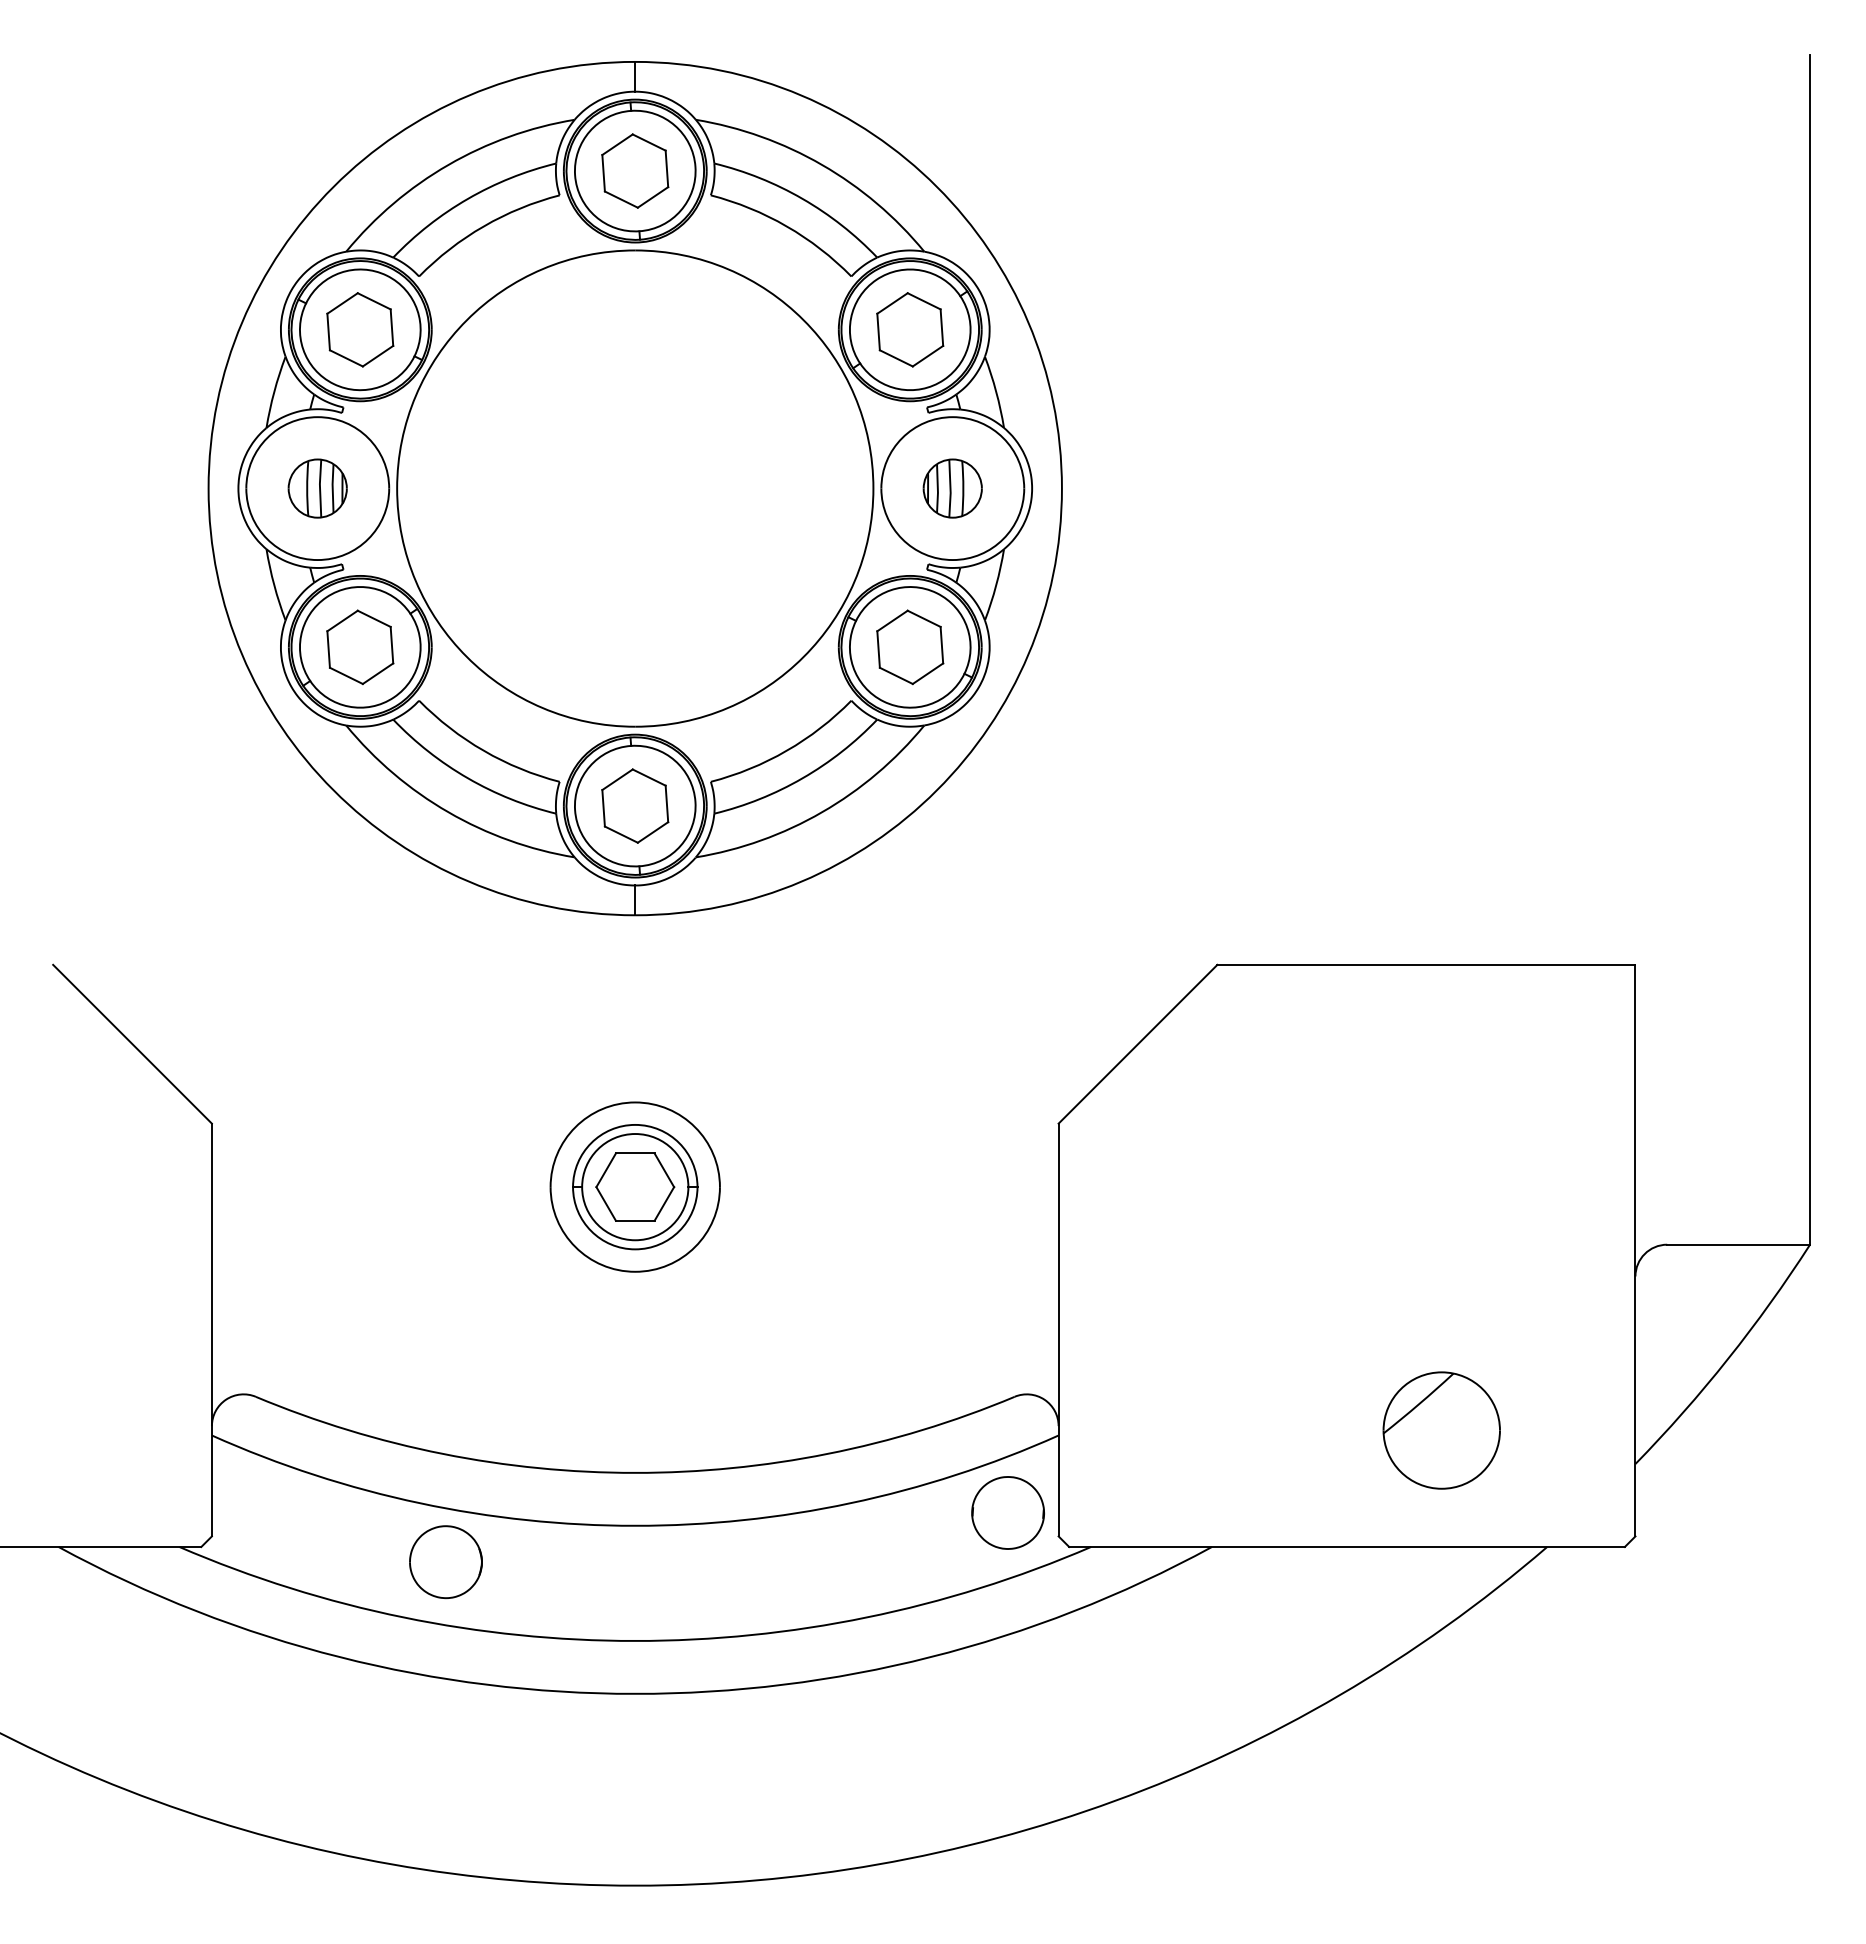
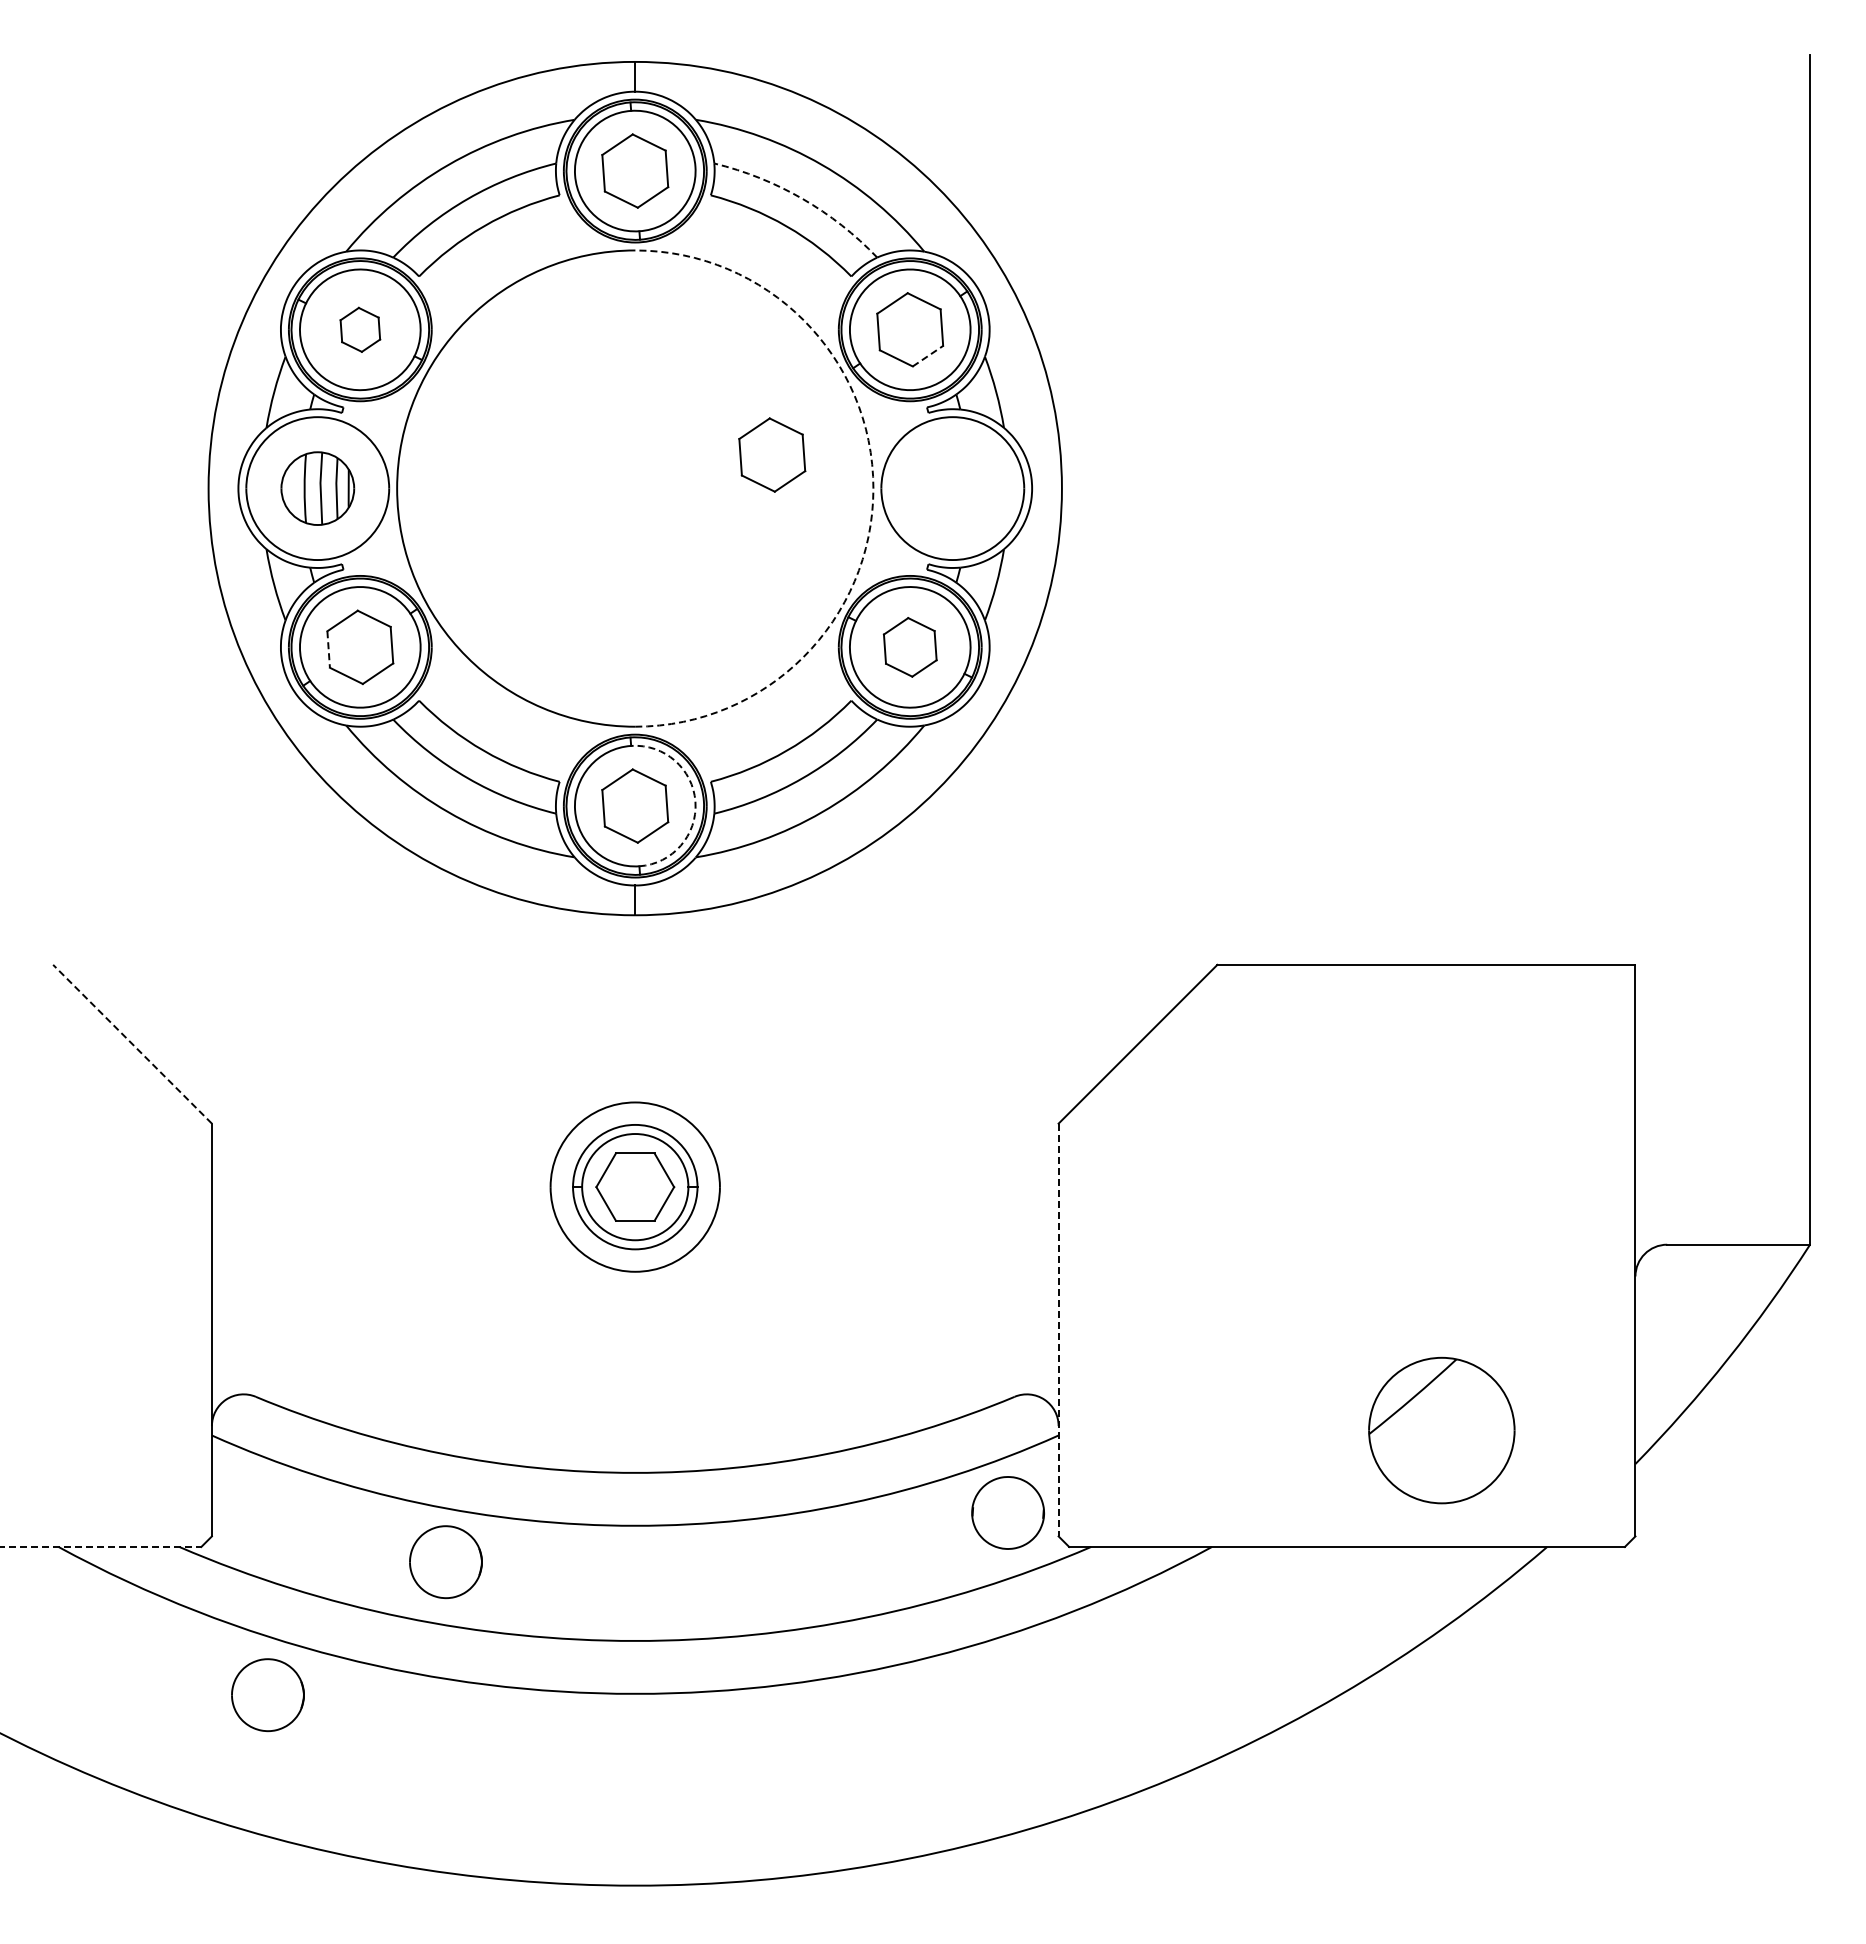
arc at (802, 198): solid -> dashed
part at (360, 329) size: 69x76 px -> 43x47 px
line at (928, 355): solid -> dashed
part at (772, 454): none -> present
part at (317, 488) size: 61x61 px -> 76x75 px
arc at (873, 488): solid -> dashed
part at (952, 488): present -> none
part at (910, 647) size: 69x77 px -> 56x61 px
line at (328, 650): solid -> dashed
arc at (695, 801): solid -> dashed
line at (132, 1043): solid -> dashed
line at (1058, 1330): solid -> dashed
part at (1441, 1430) size: 119x119 px -> 148x149 px
line at (101, 1546): solid -> dashed
part at (267, 1695): none -> present
